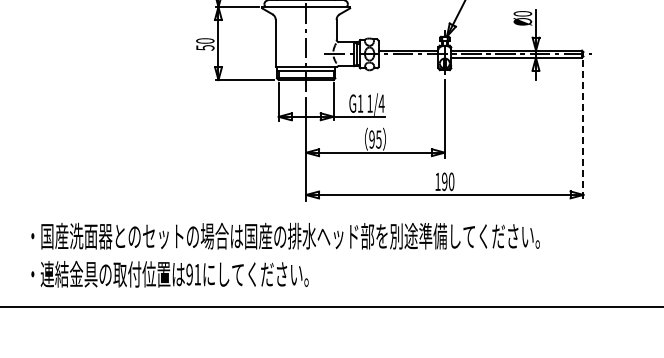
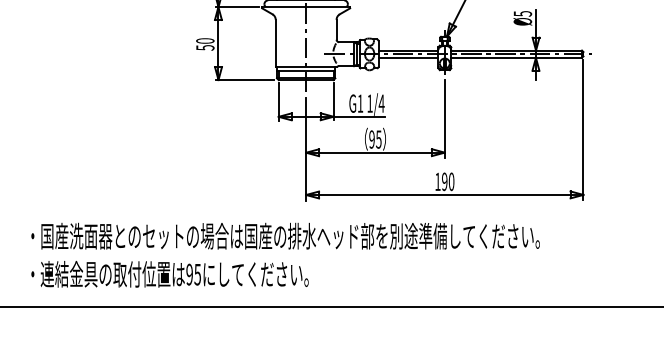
text at (522, 13): Ø0 -> Ø5
line at (408, 57): none -> present
line at (583, 130): dashed -> solid
text at (197, 274): 91 -> 95
